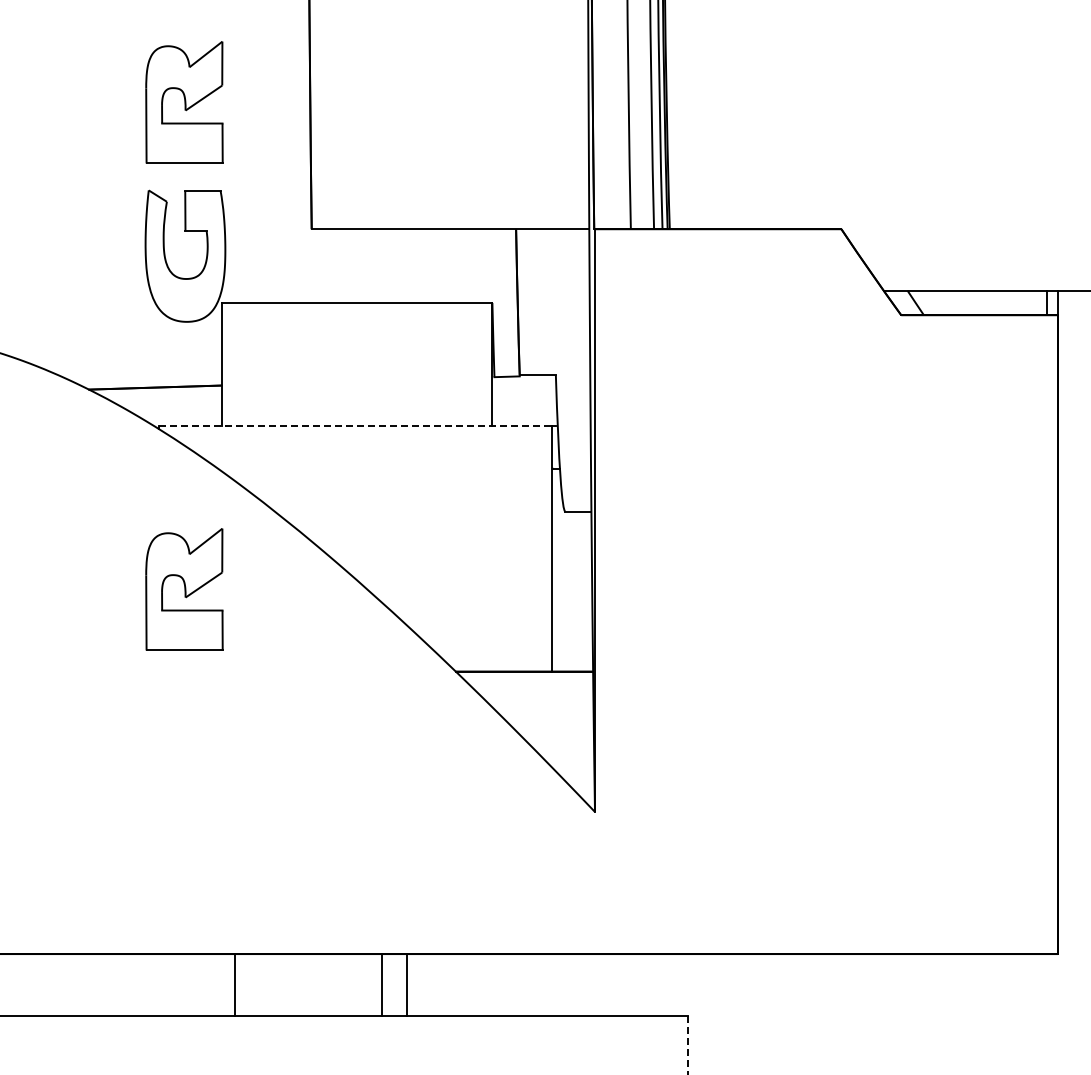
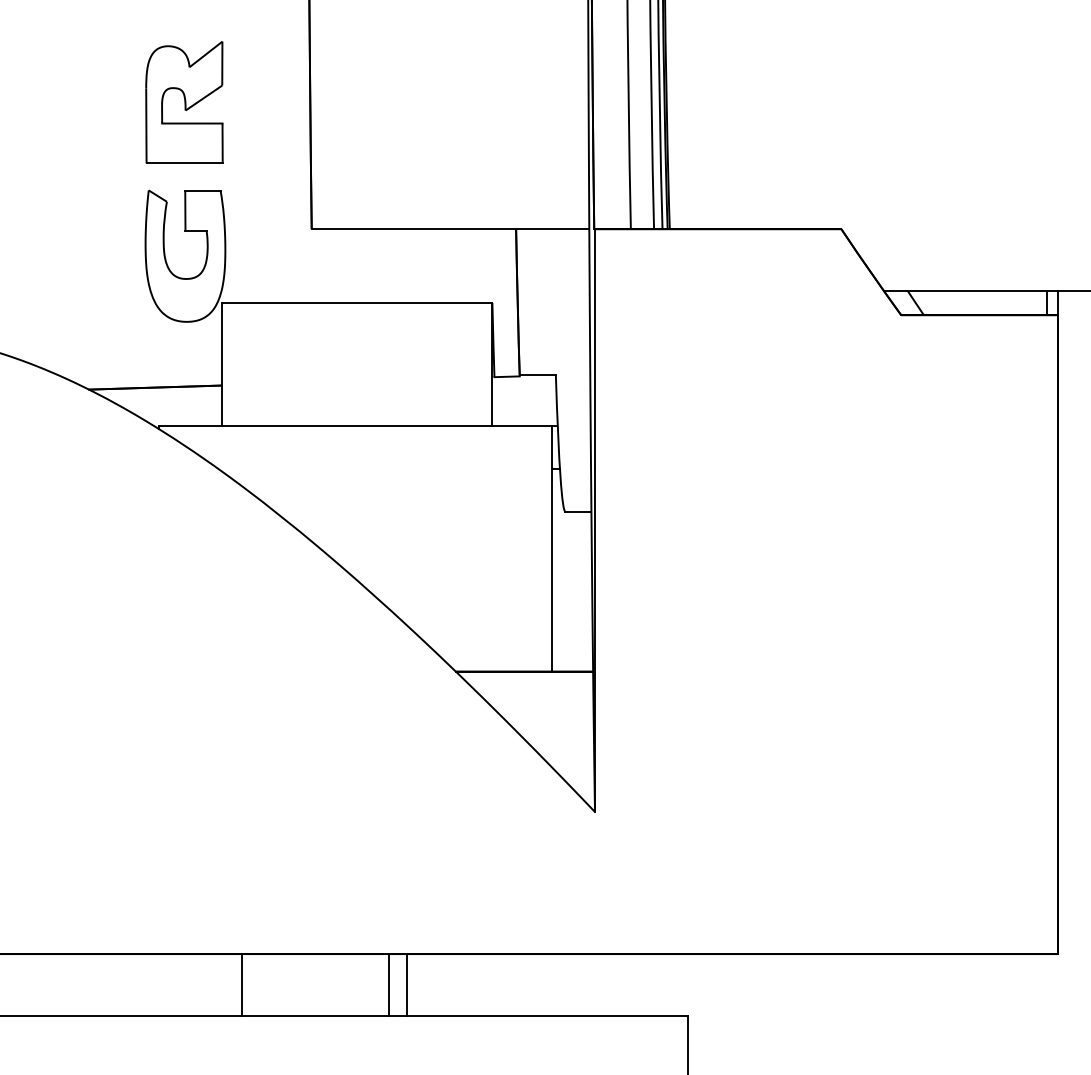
line at (355, 425): dashed -> solid
part at (184, 589): present -> none
line at (234, 984) position: (234, 984) -> (241, 984)
line at (382, 984) position: (382, 984) -> (389, 984)
line at (688, 1045): dashed -> solid
